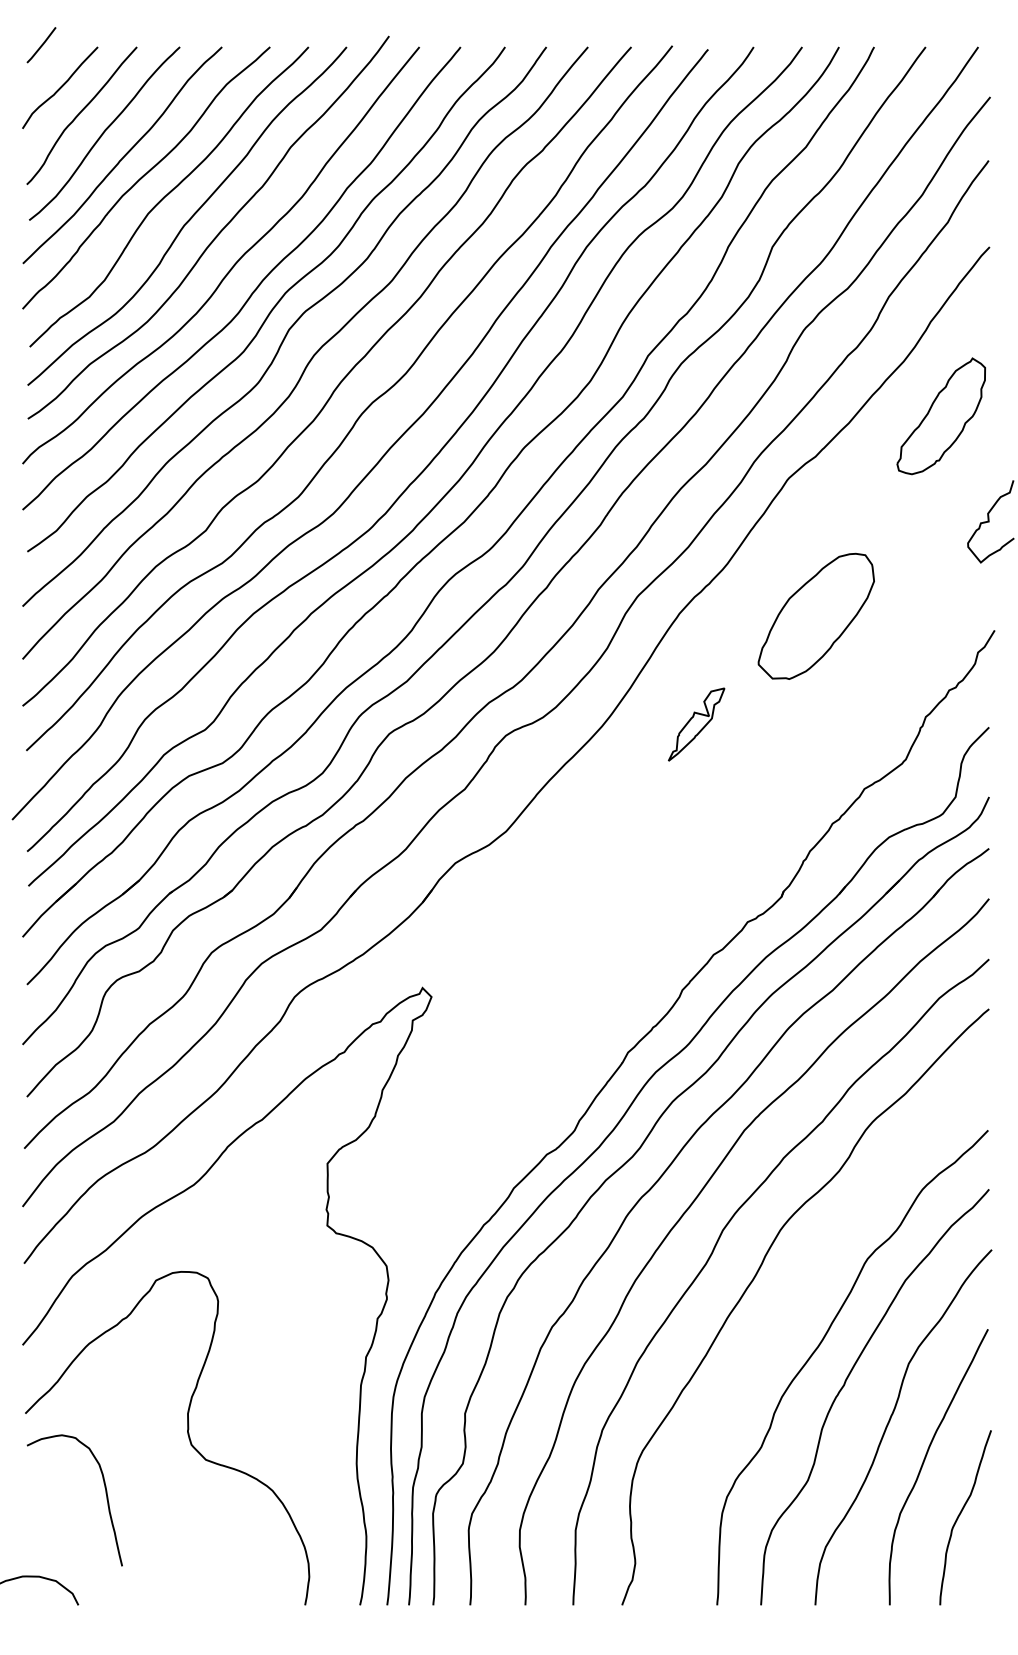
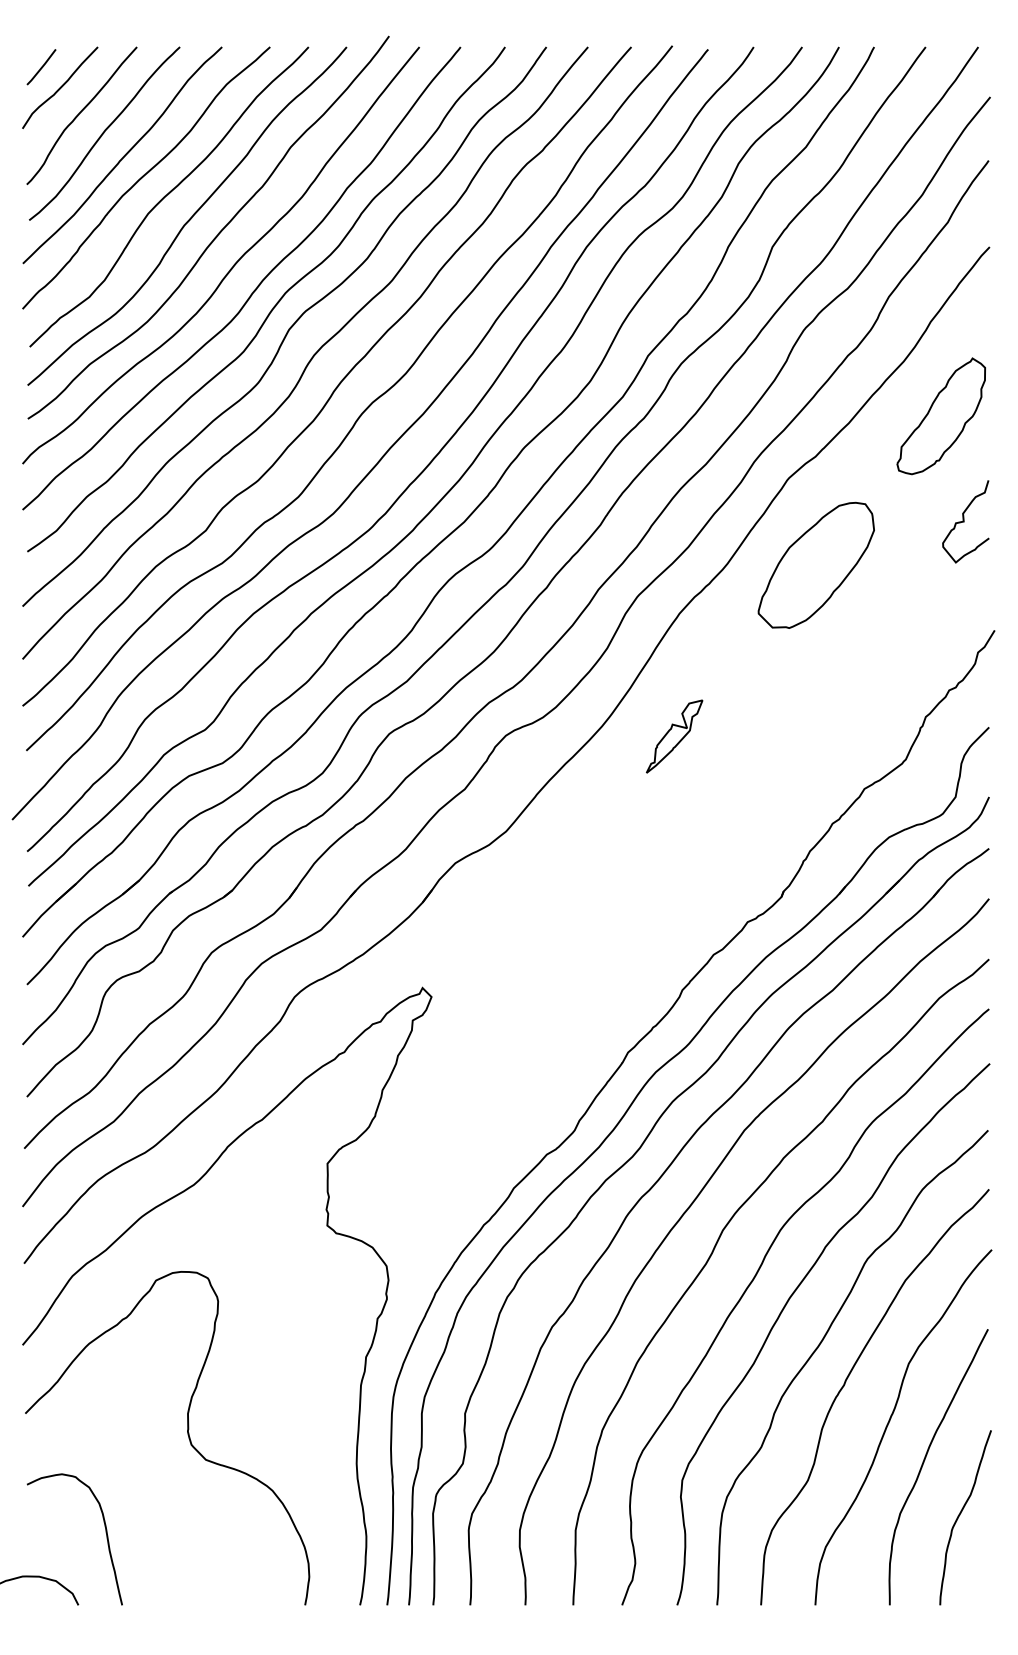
line at (41, 45) position: (41, 45) -> (41, 67)
curve at (989, 521) position: (989, 521) -> (964, 521)
part at (815, 615) position: (815, 615) -> (815, 564)
part at (696, 724) position: (696, 724) -> (674, 736)
curve at (784, 1309): none -> present
curve at (105, 1493) position: (105, 1493) -> (105, 1532)
